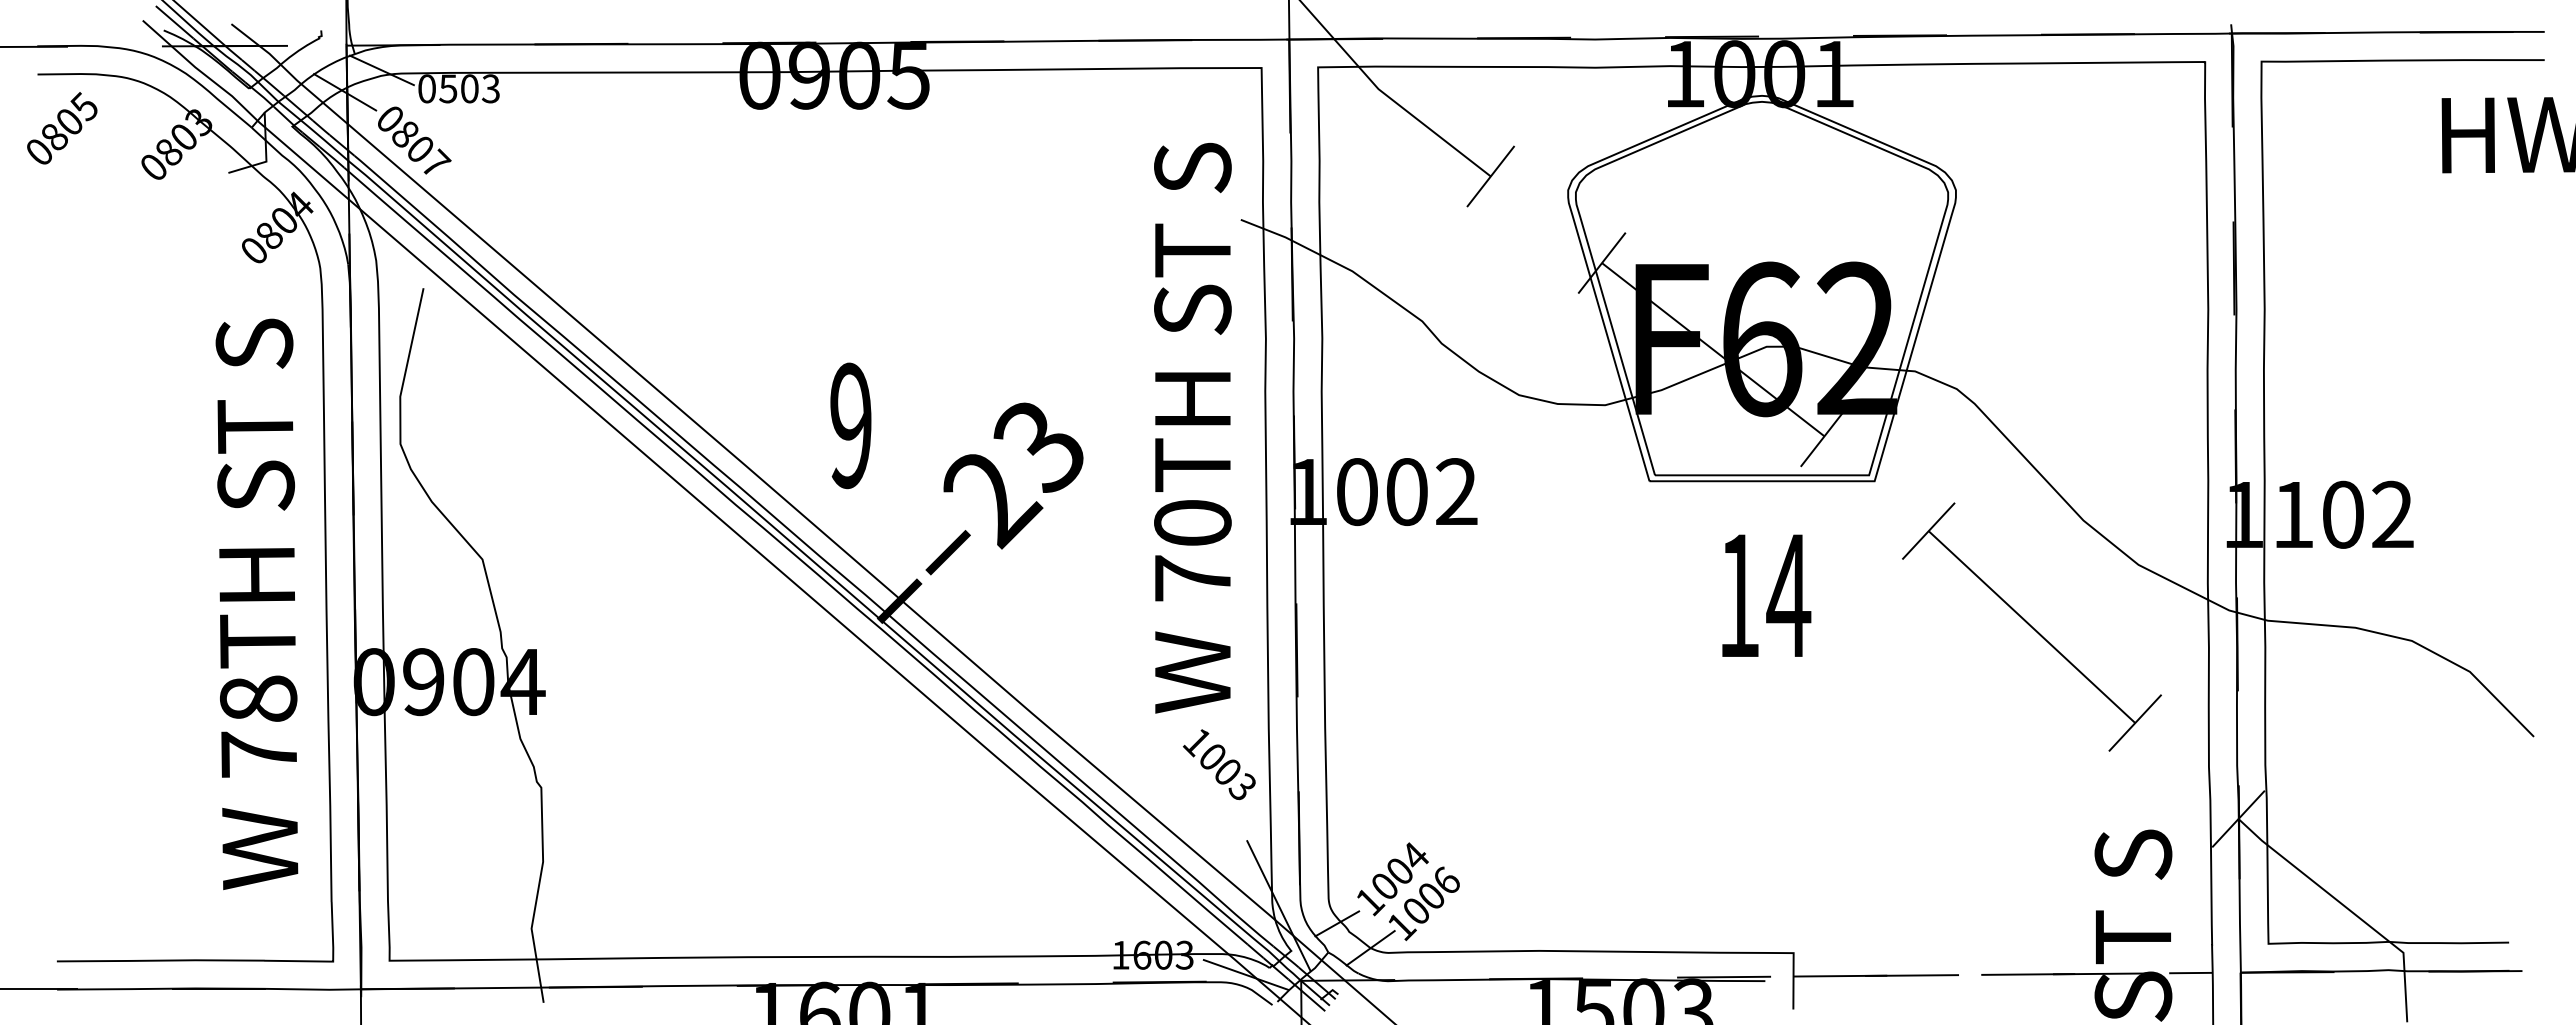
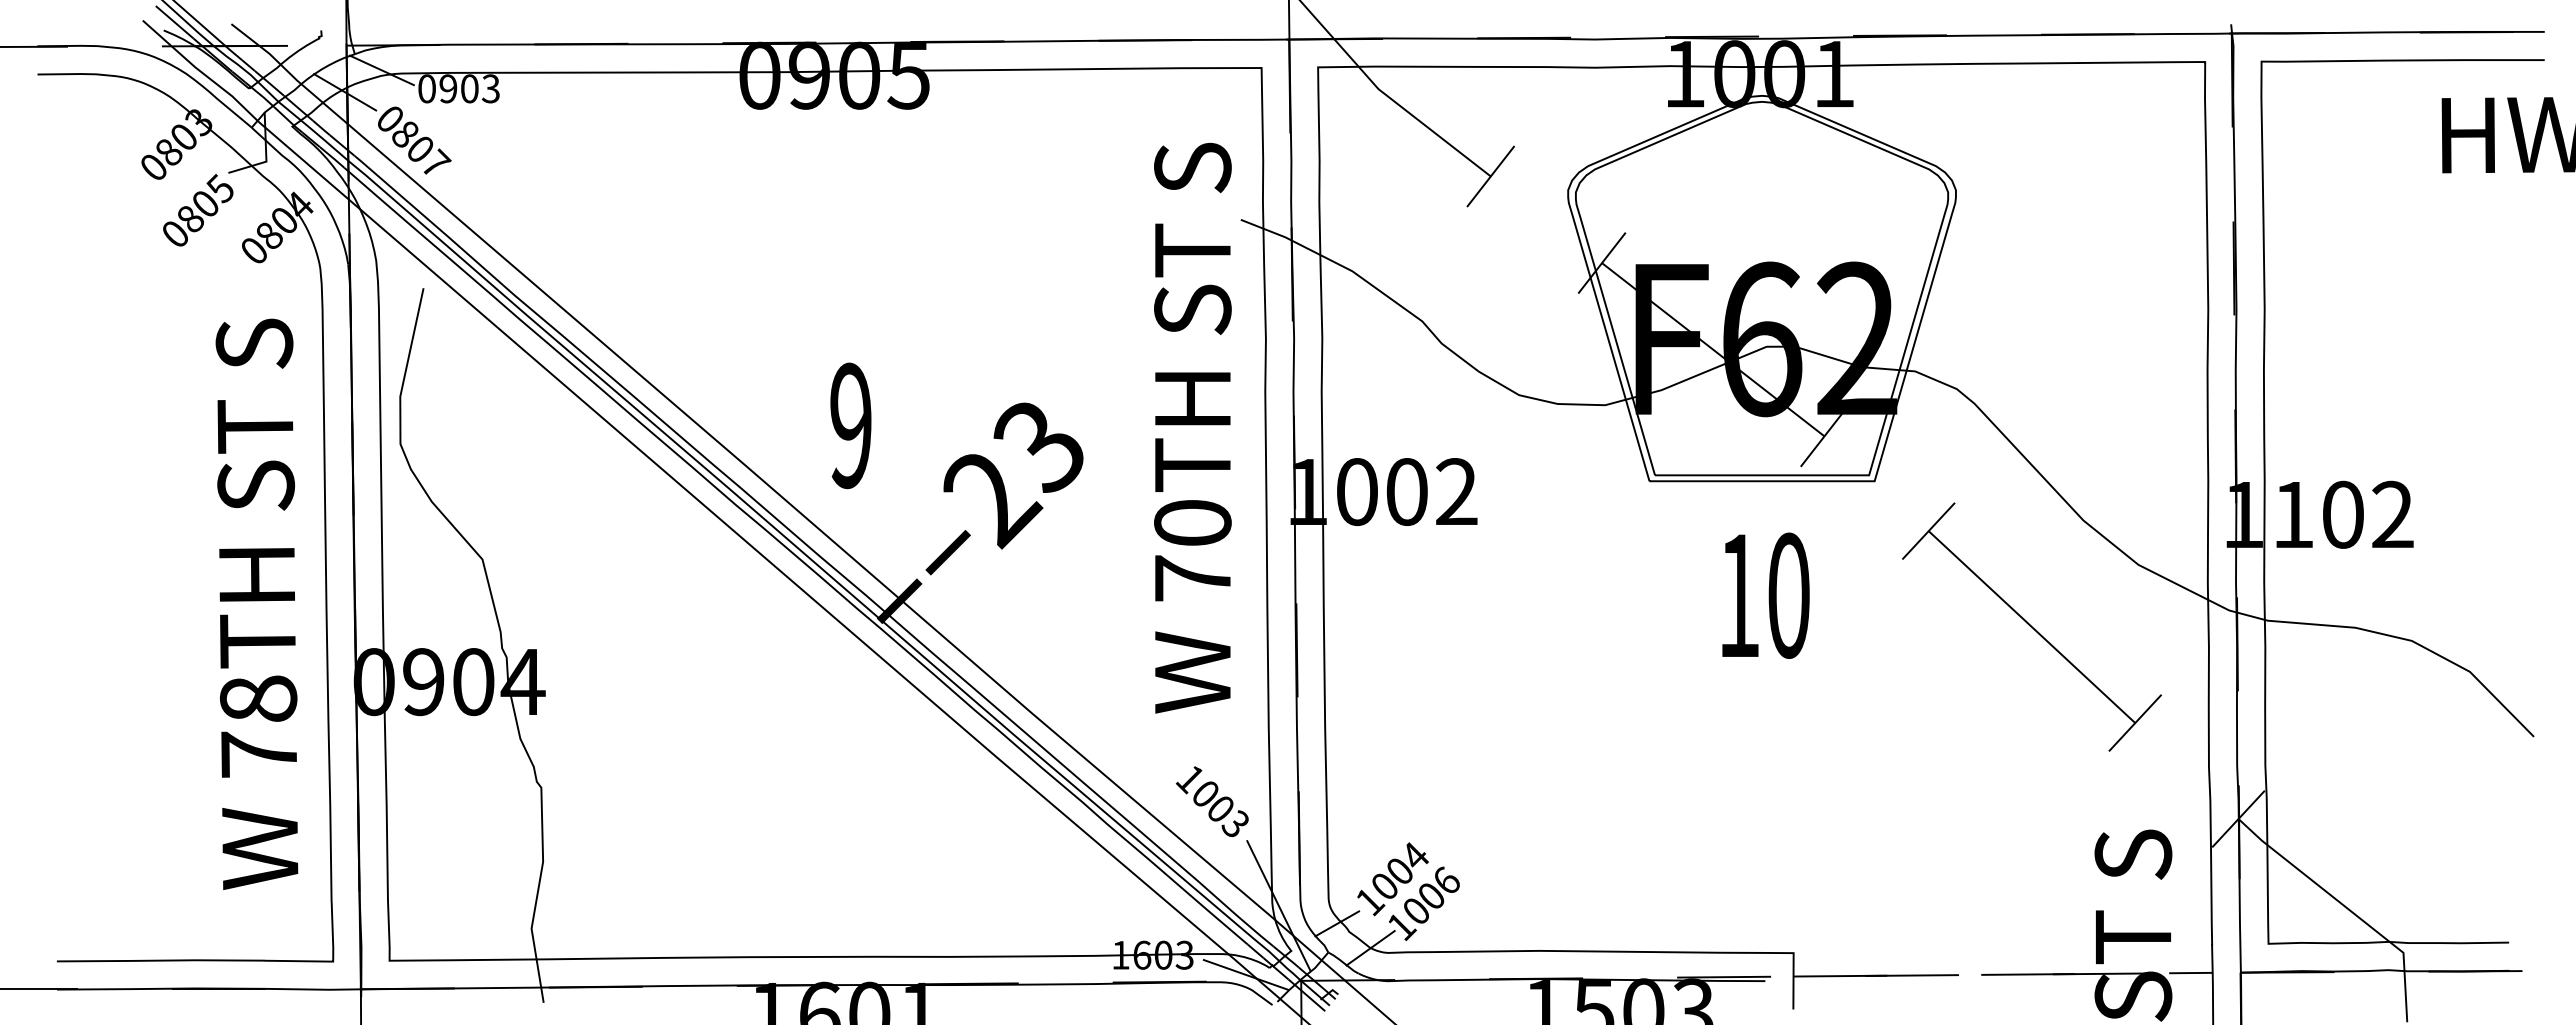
text at (448, 88): 0503 -> 0903
text at (62, 128) position: (62, 128) -> (198, 210)
text at (1788, 595): 14 -> 10
text at (1219, 764) position: (1219, 764) -> (1212, 801)
